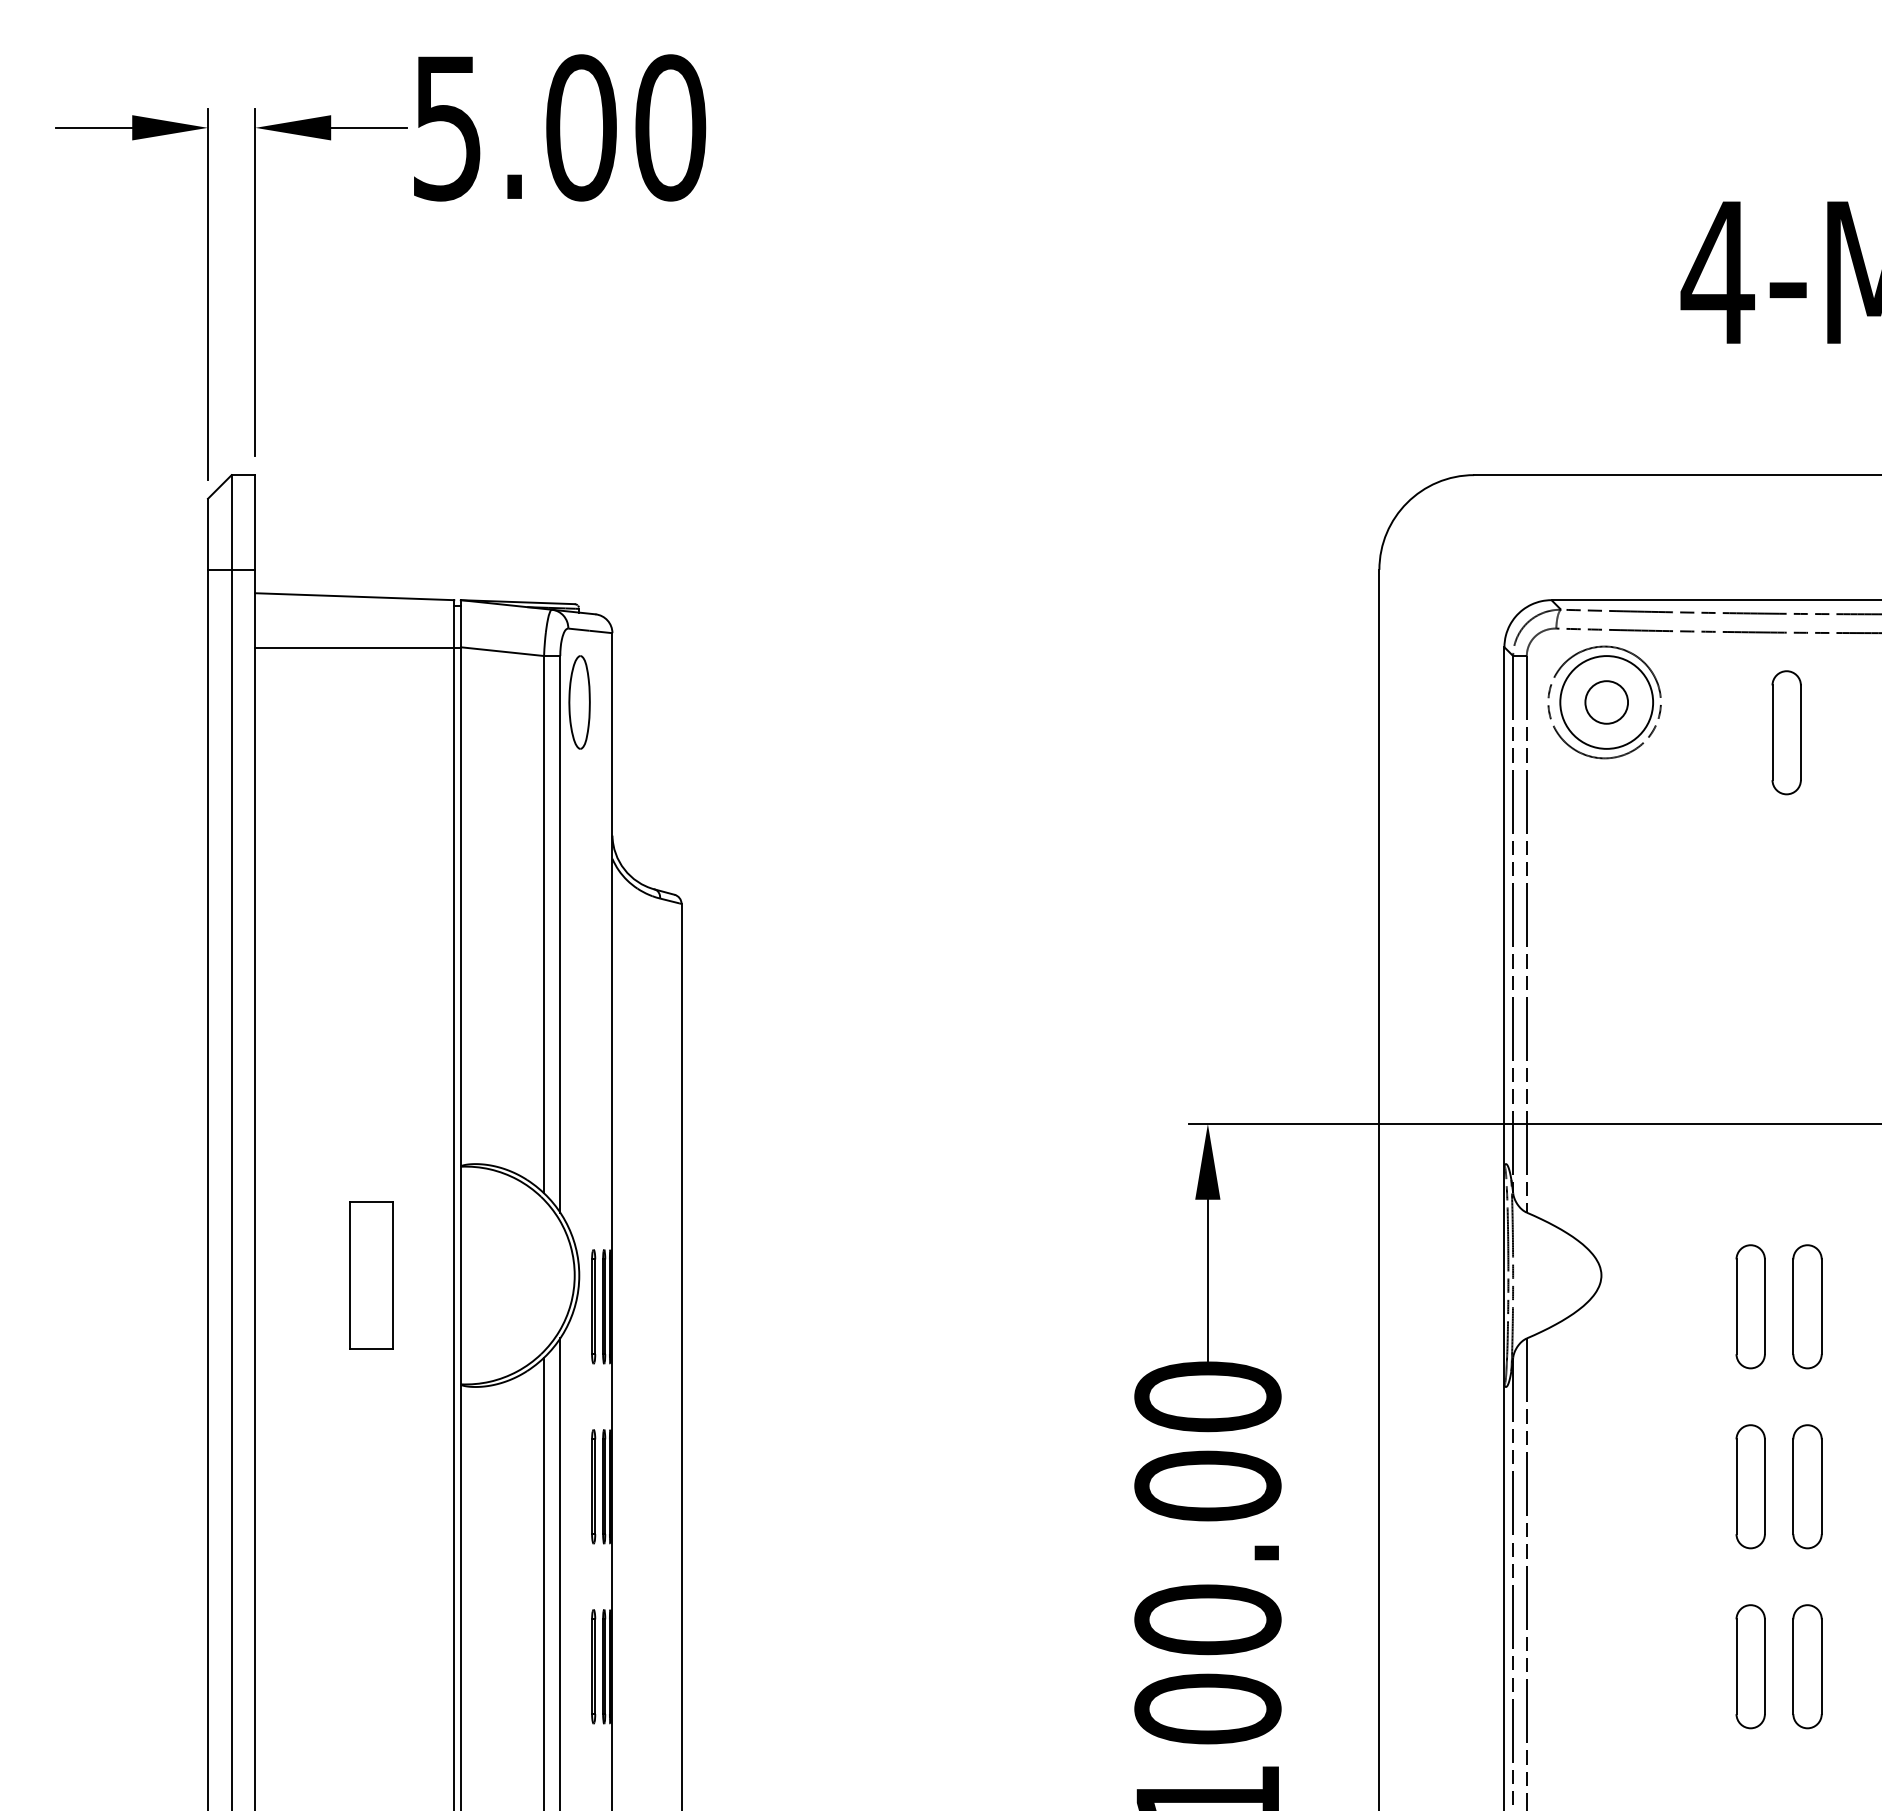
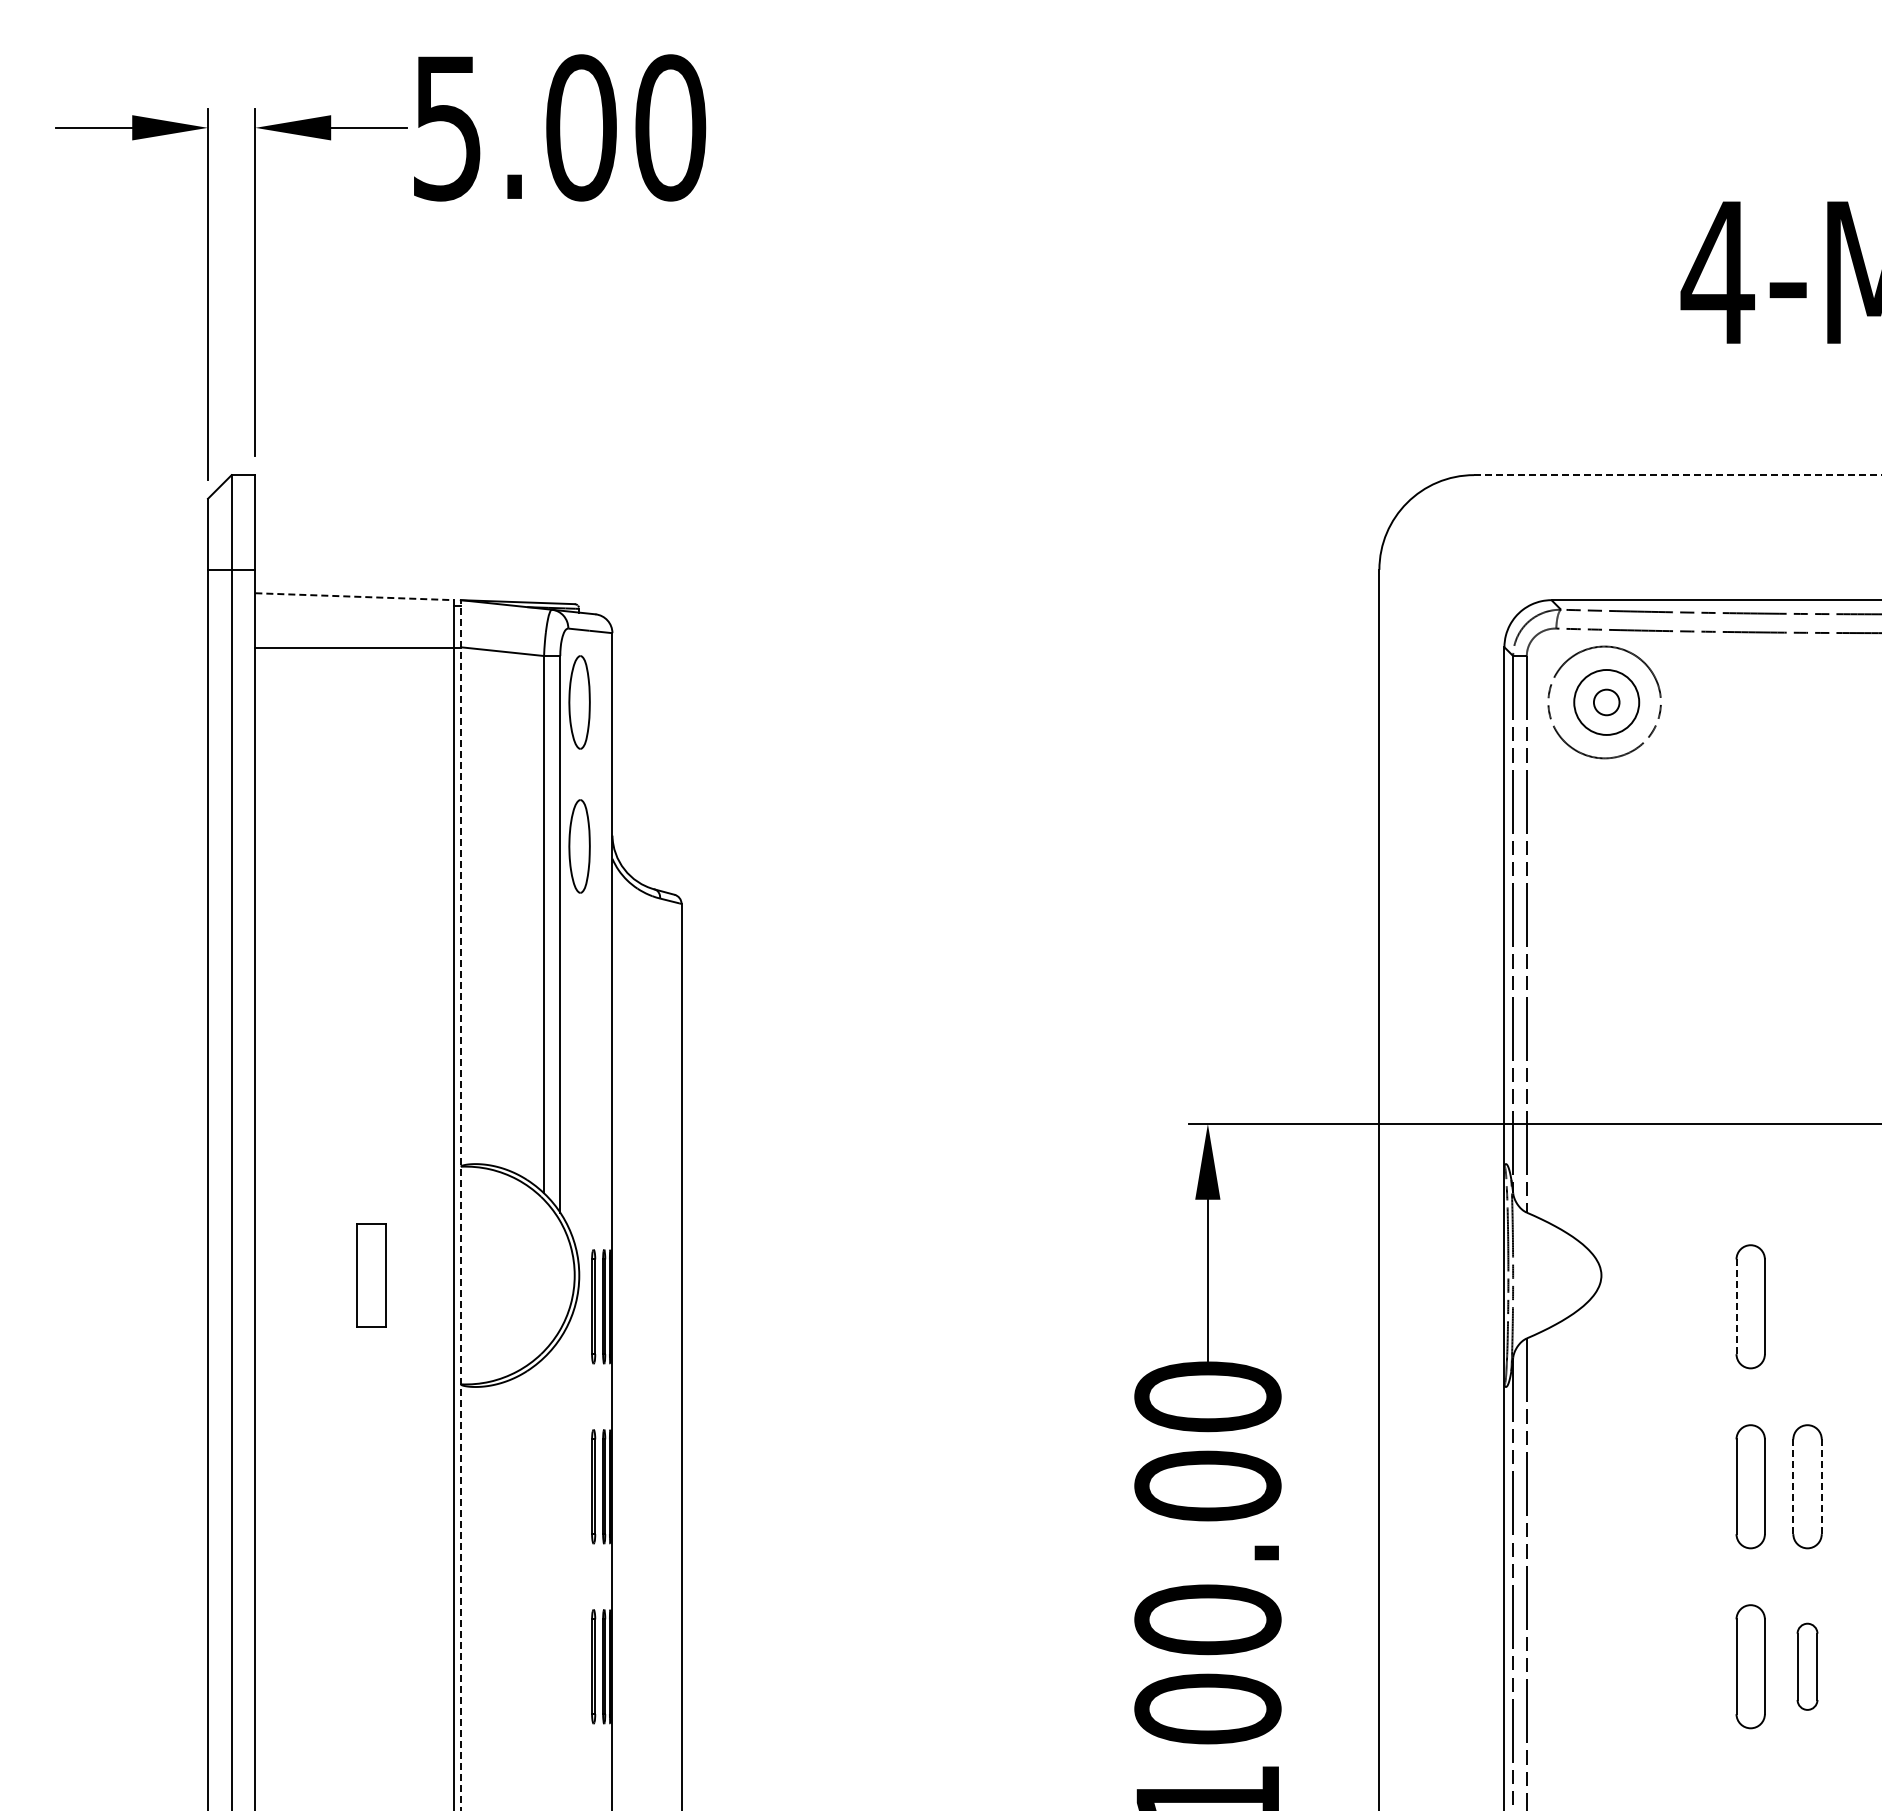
line at (1678, 475): solid -> dashed
line at (354, 596): solid -> dashed
circle at (1606, 702) diameter: 43 px -> 26 px
circle at (1606, 702) diameter: 93 px -> 65 px
part at (1786, 732): present -> none
part at (579, 846): none -> present
line at (460, 1205): solid -> dashed
part at (371, 1275) size: 45x149 px -> 31x105 px
line at (1736, 1306): solid -> dashed
part at (1807, 1306): present -> none
line at (1793, 1486): solid -> dashed
line at (1821, 1486): solid -> dashed
line at (560, 1572): present -> none
line at (544, 1582): present -> none
part at (1807, 1666) size: 31x126 px -> 23x89 px
